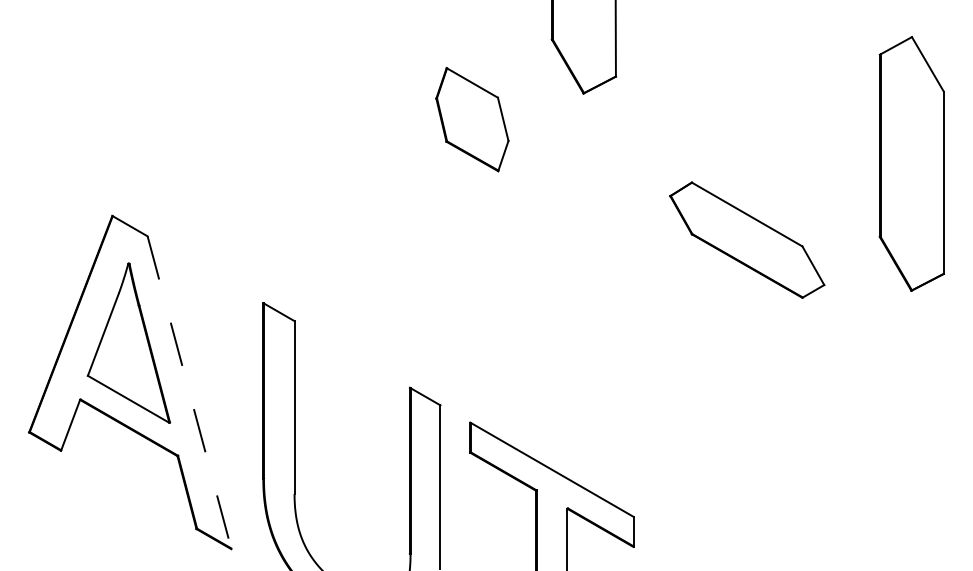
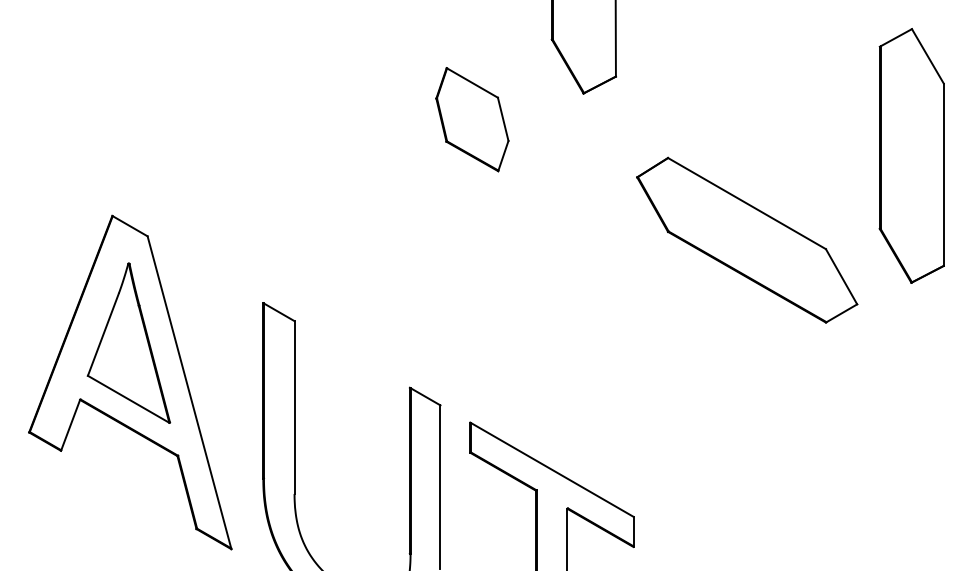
part at (911, 163) position: (911, 163) -> (911, 155)
part at (747, 239) size: 157x118 px -> 223x168 px
line at (189, 392): dashed -> solid
